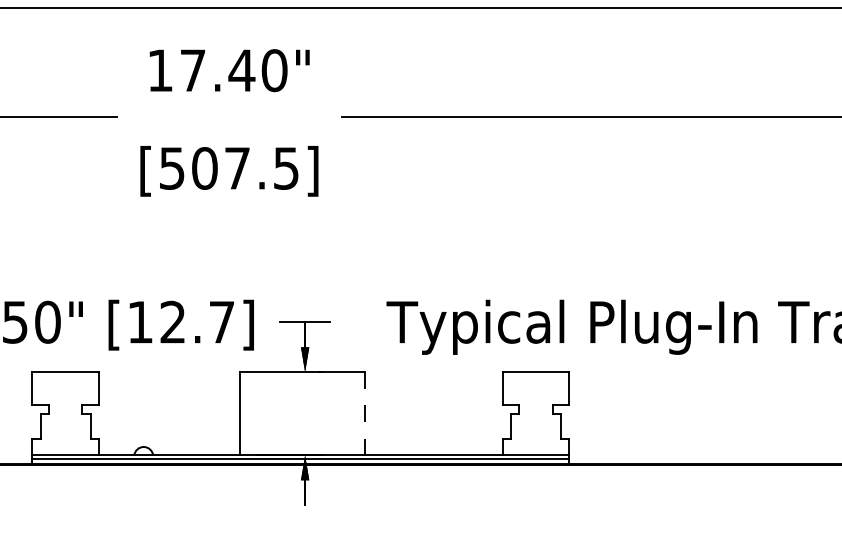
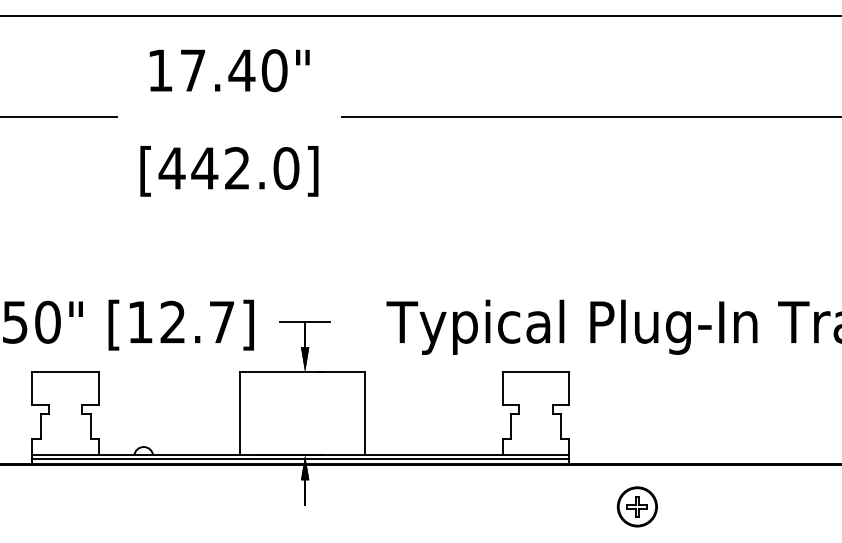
line at (420, 8) position: (420, 8) -> (420, 16)
text at (228, 168): [507.5] -> [442.0]
line at (364, 413): dashed -> solid
part at (636, 506): none -> present
